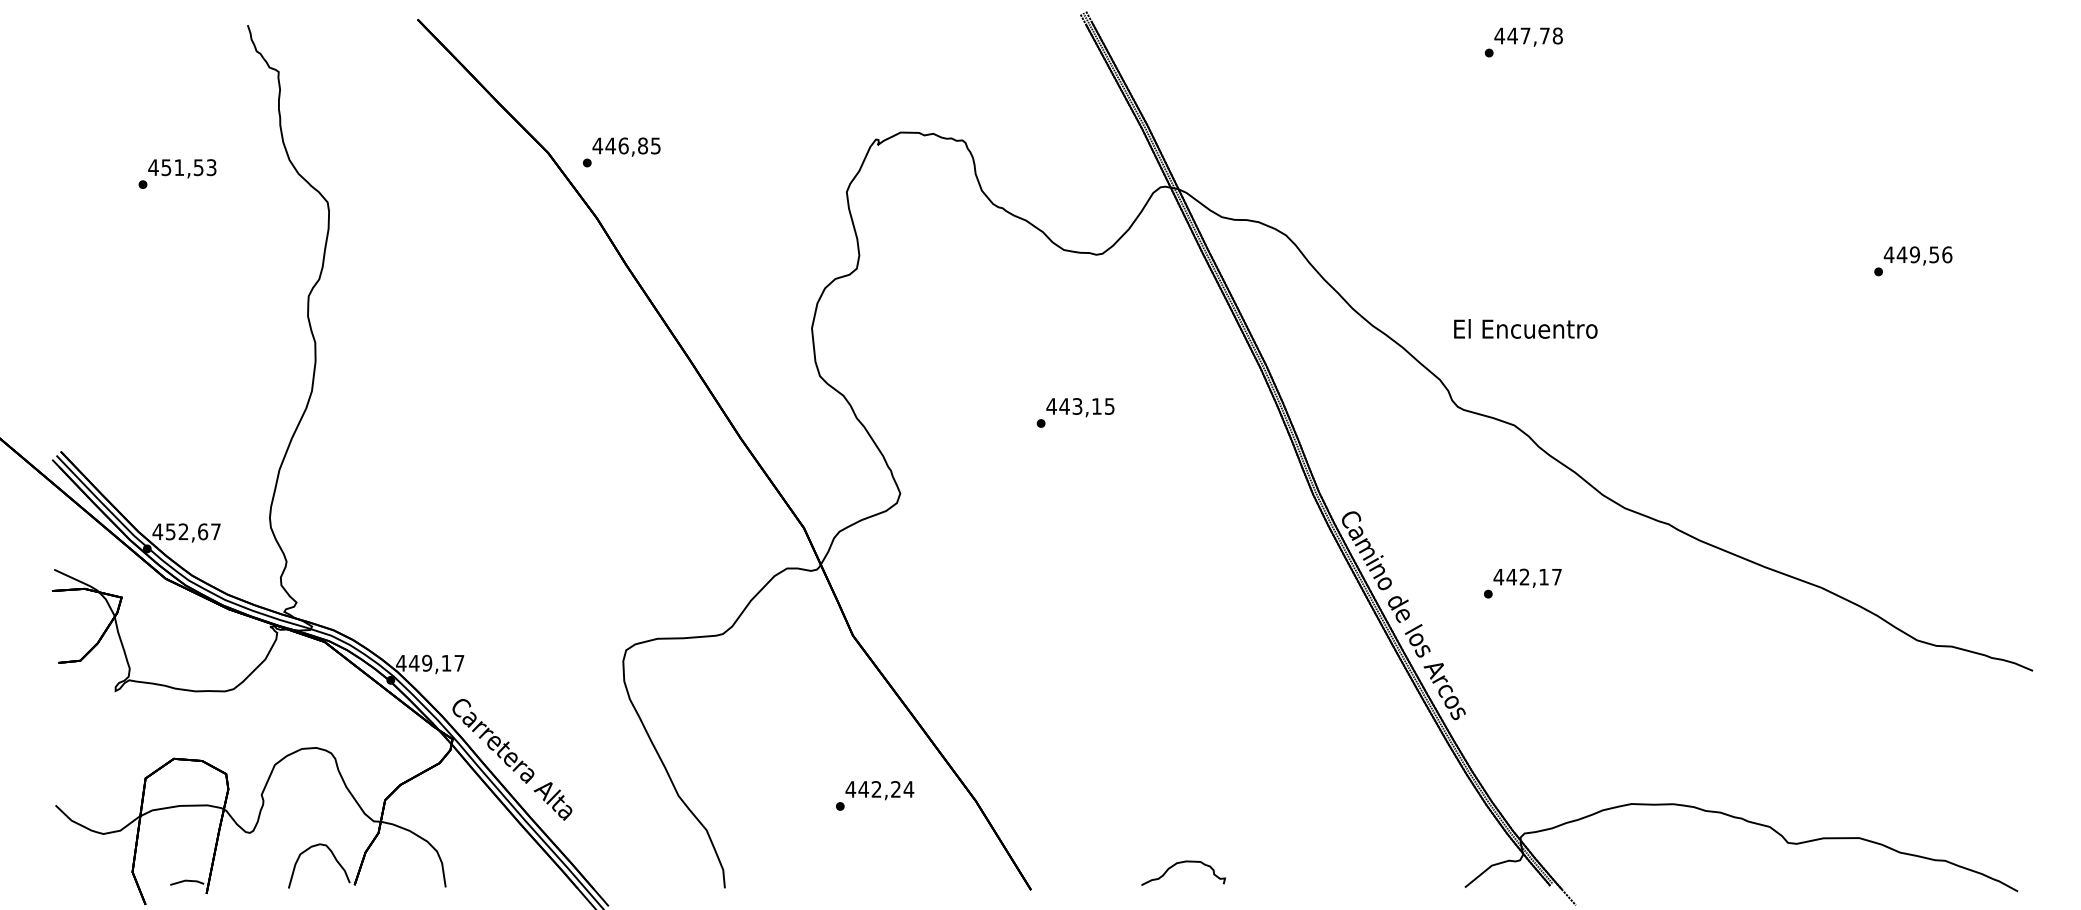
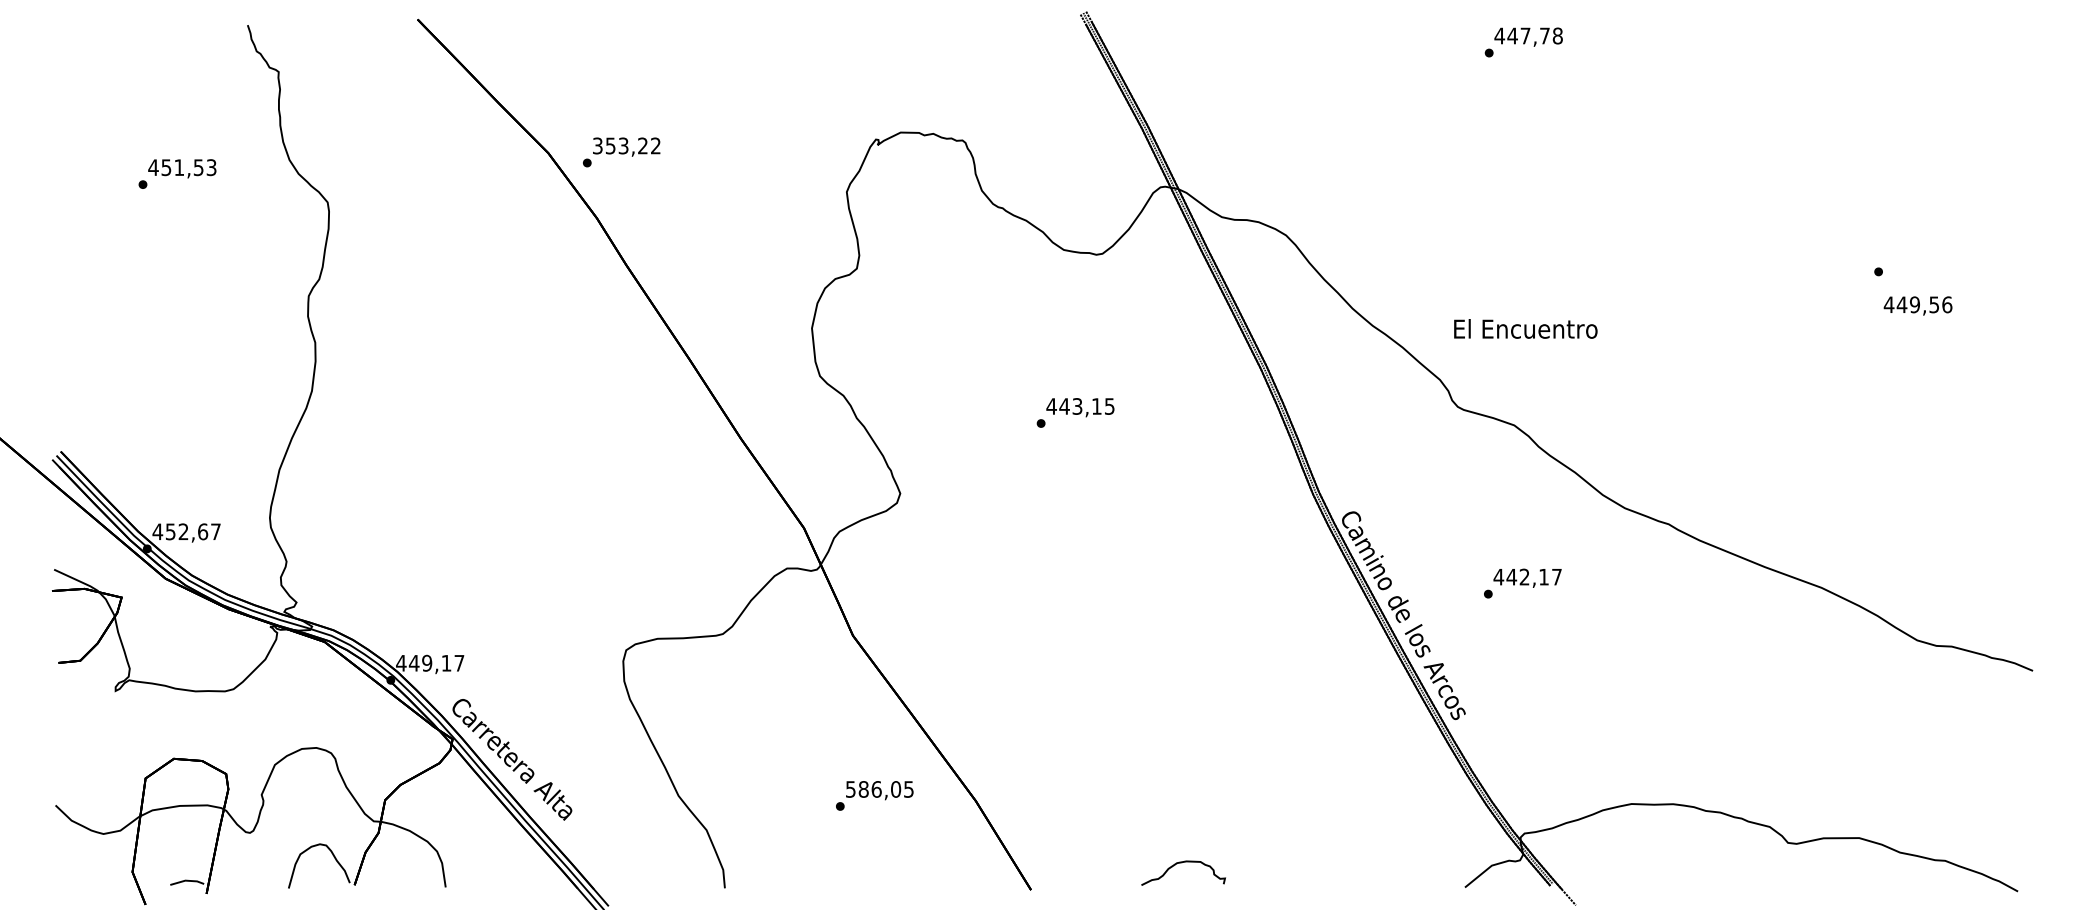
text at (626, 145): 446,85 -> 353,22
text at (1917, 255) position: (1917, 255) -> (1917, 305)
text at (879, 789): 442,24 -> 586,05
